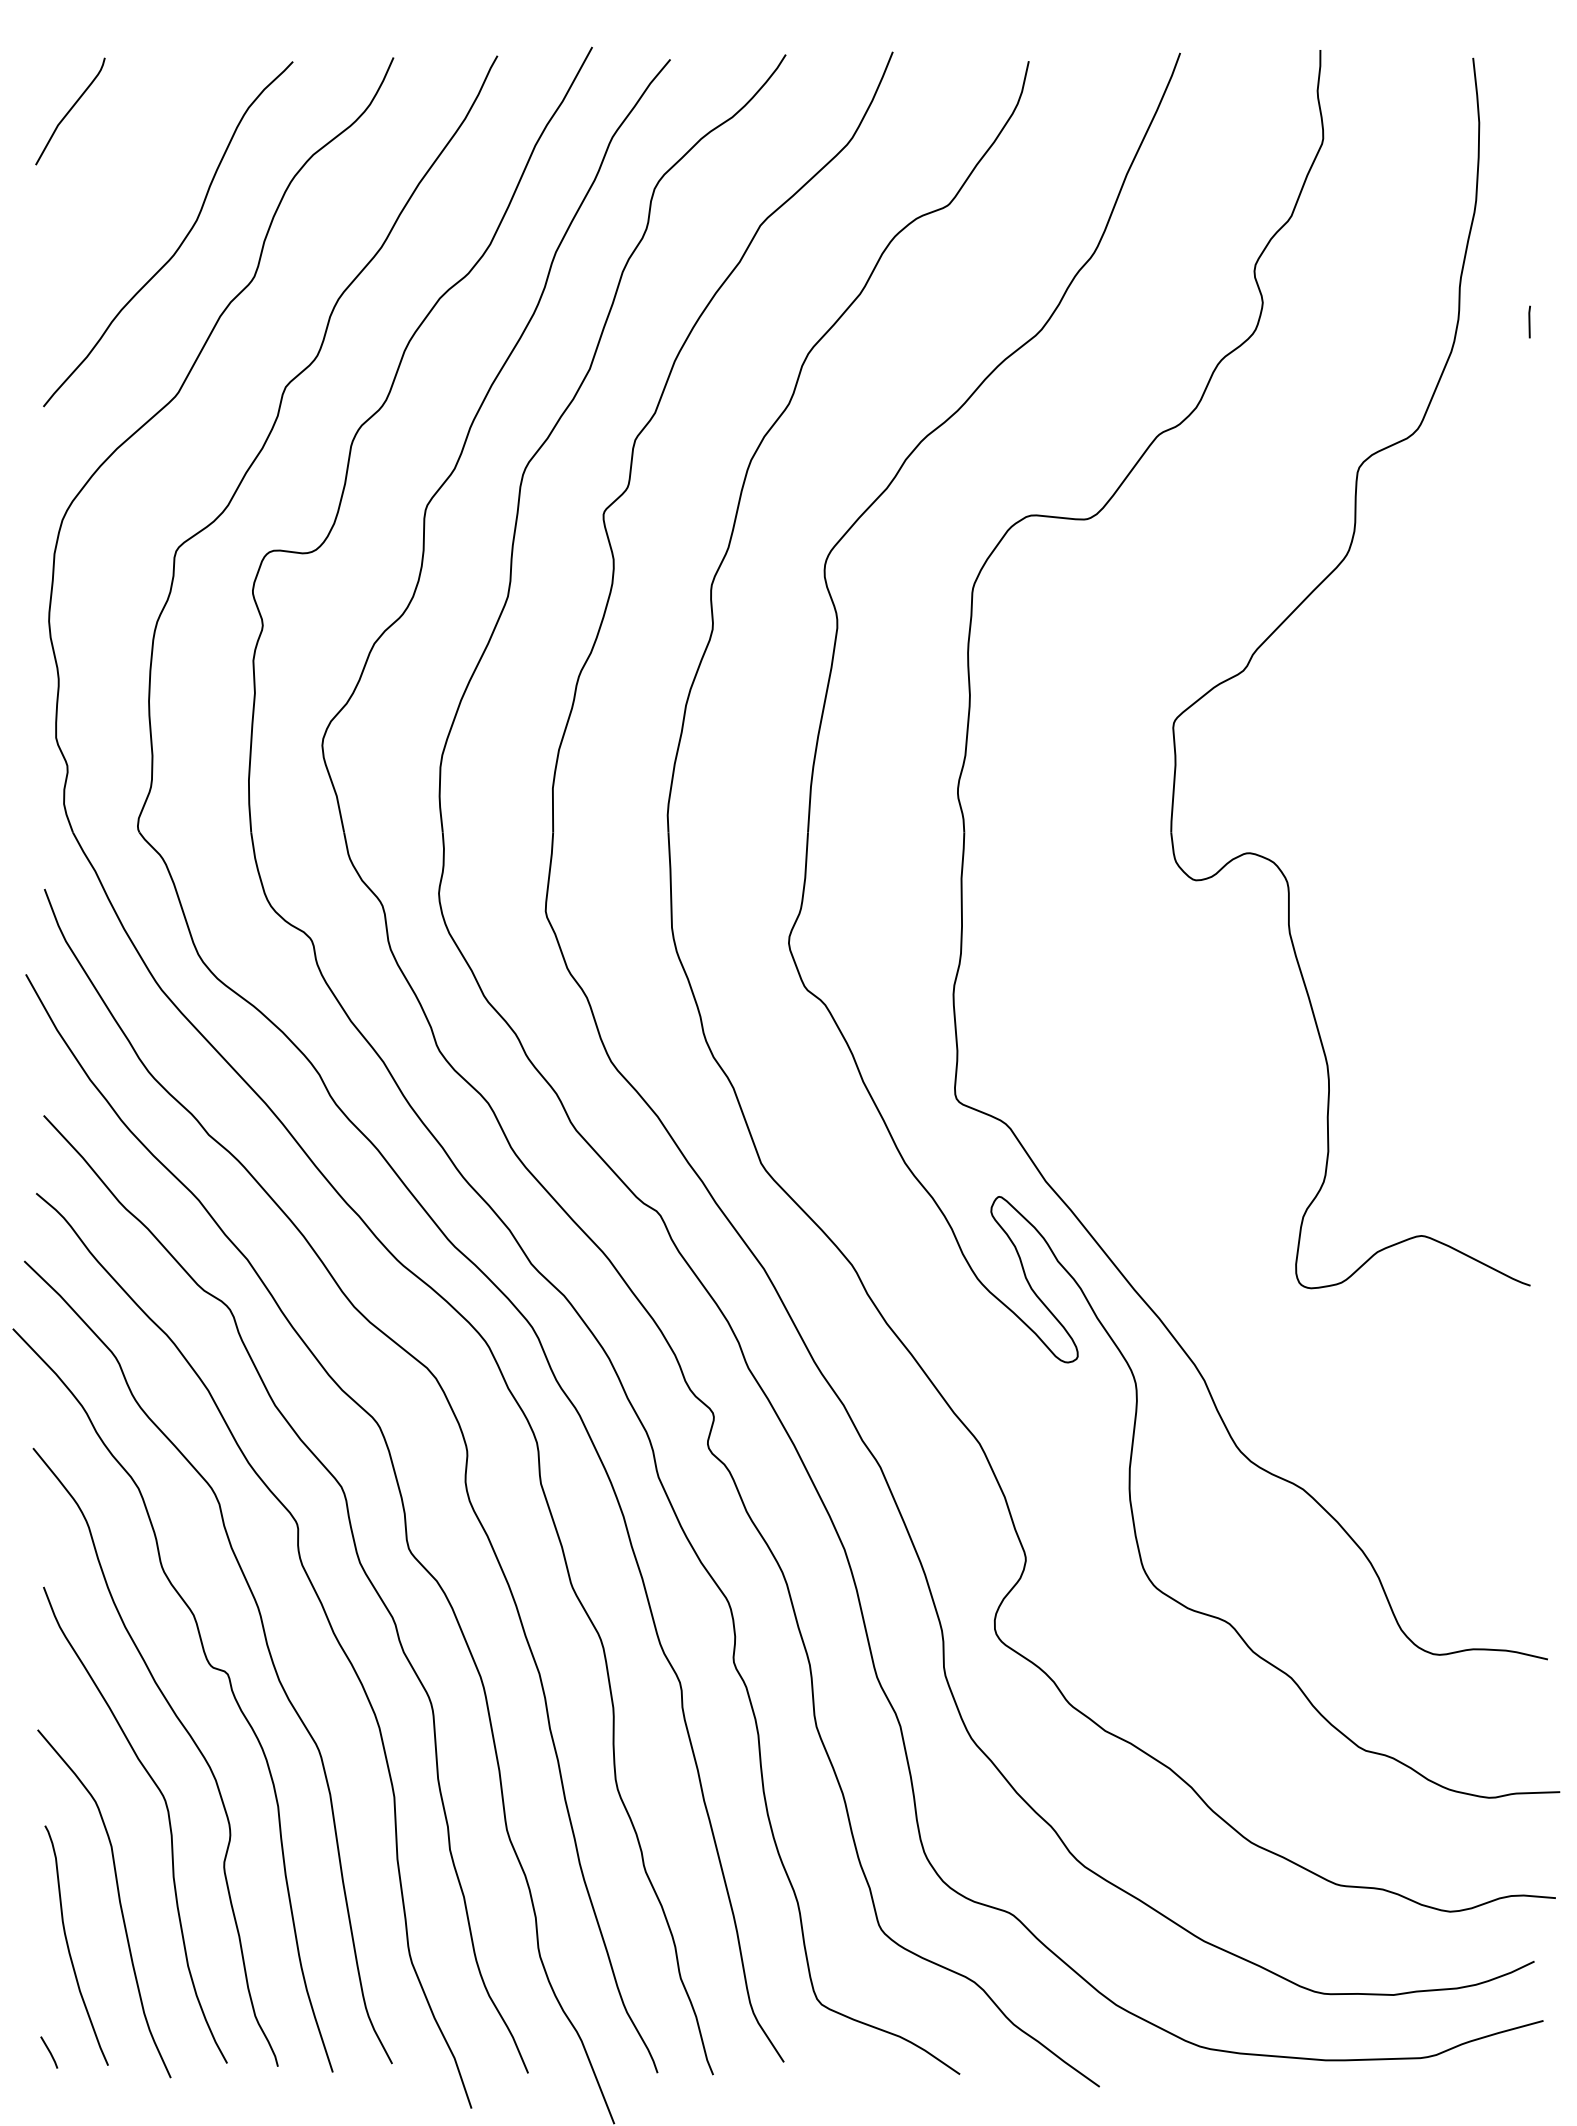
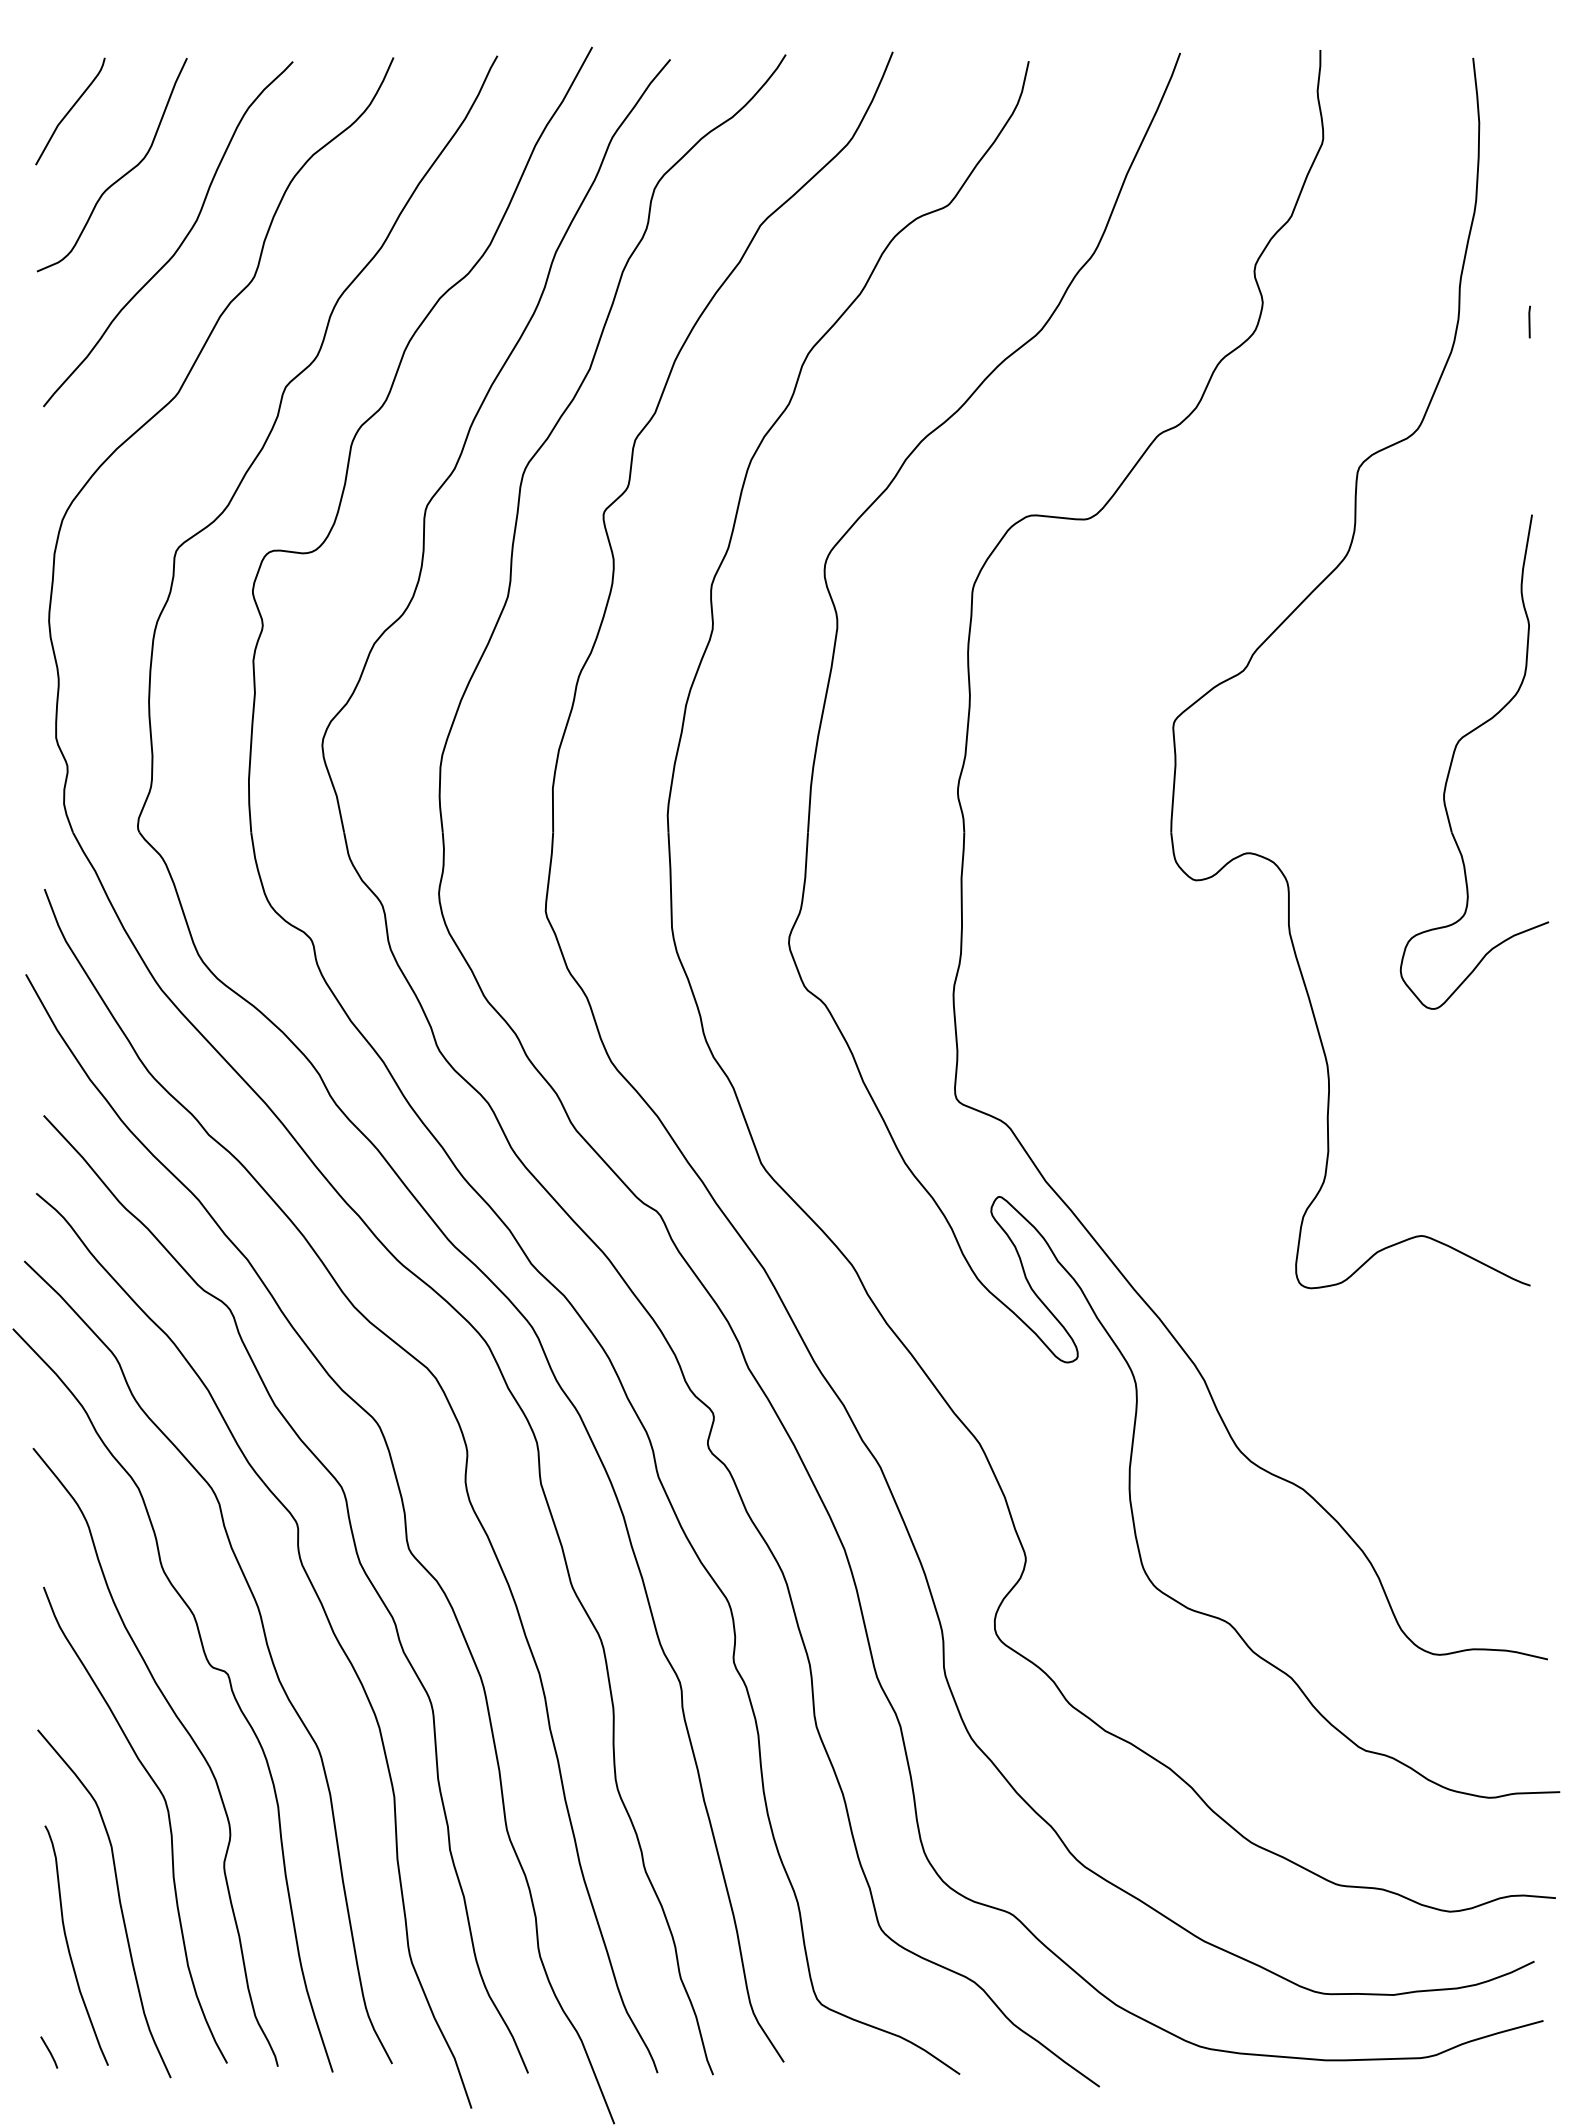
curve at (118, 178): none -> present
part at (1454, 755): none -> present
